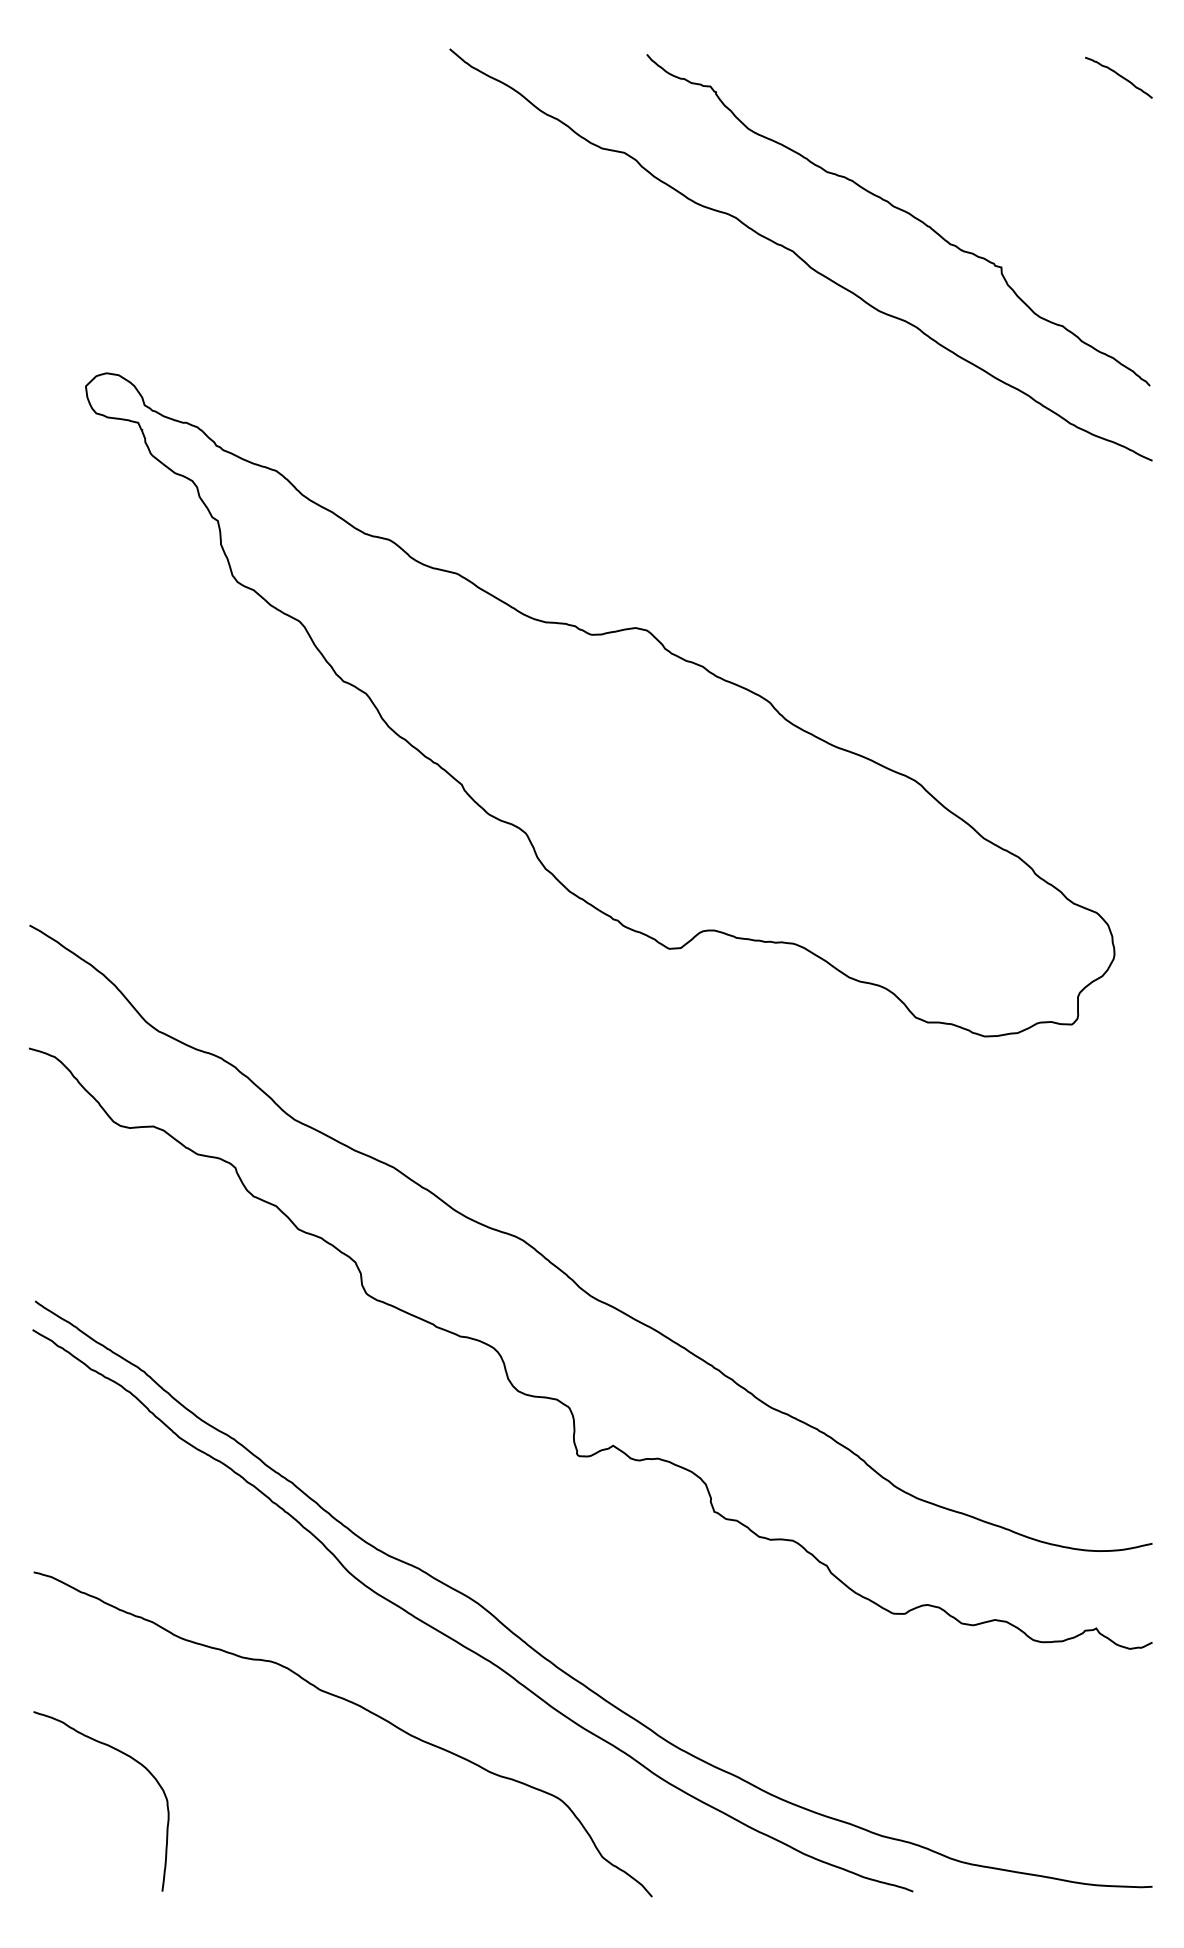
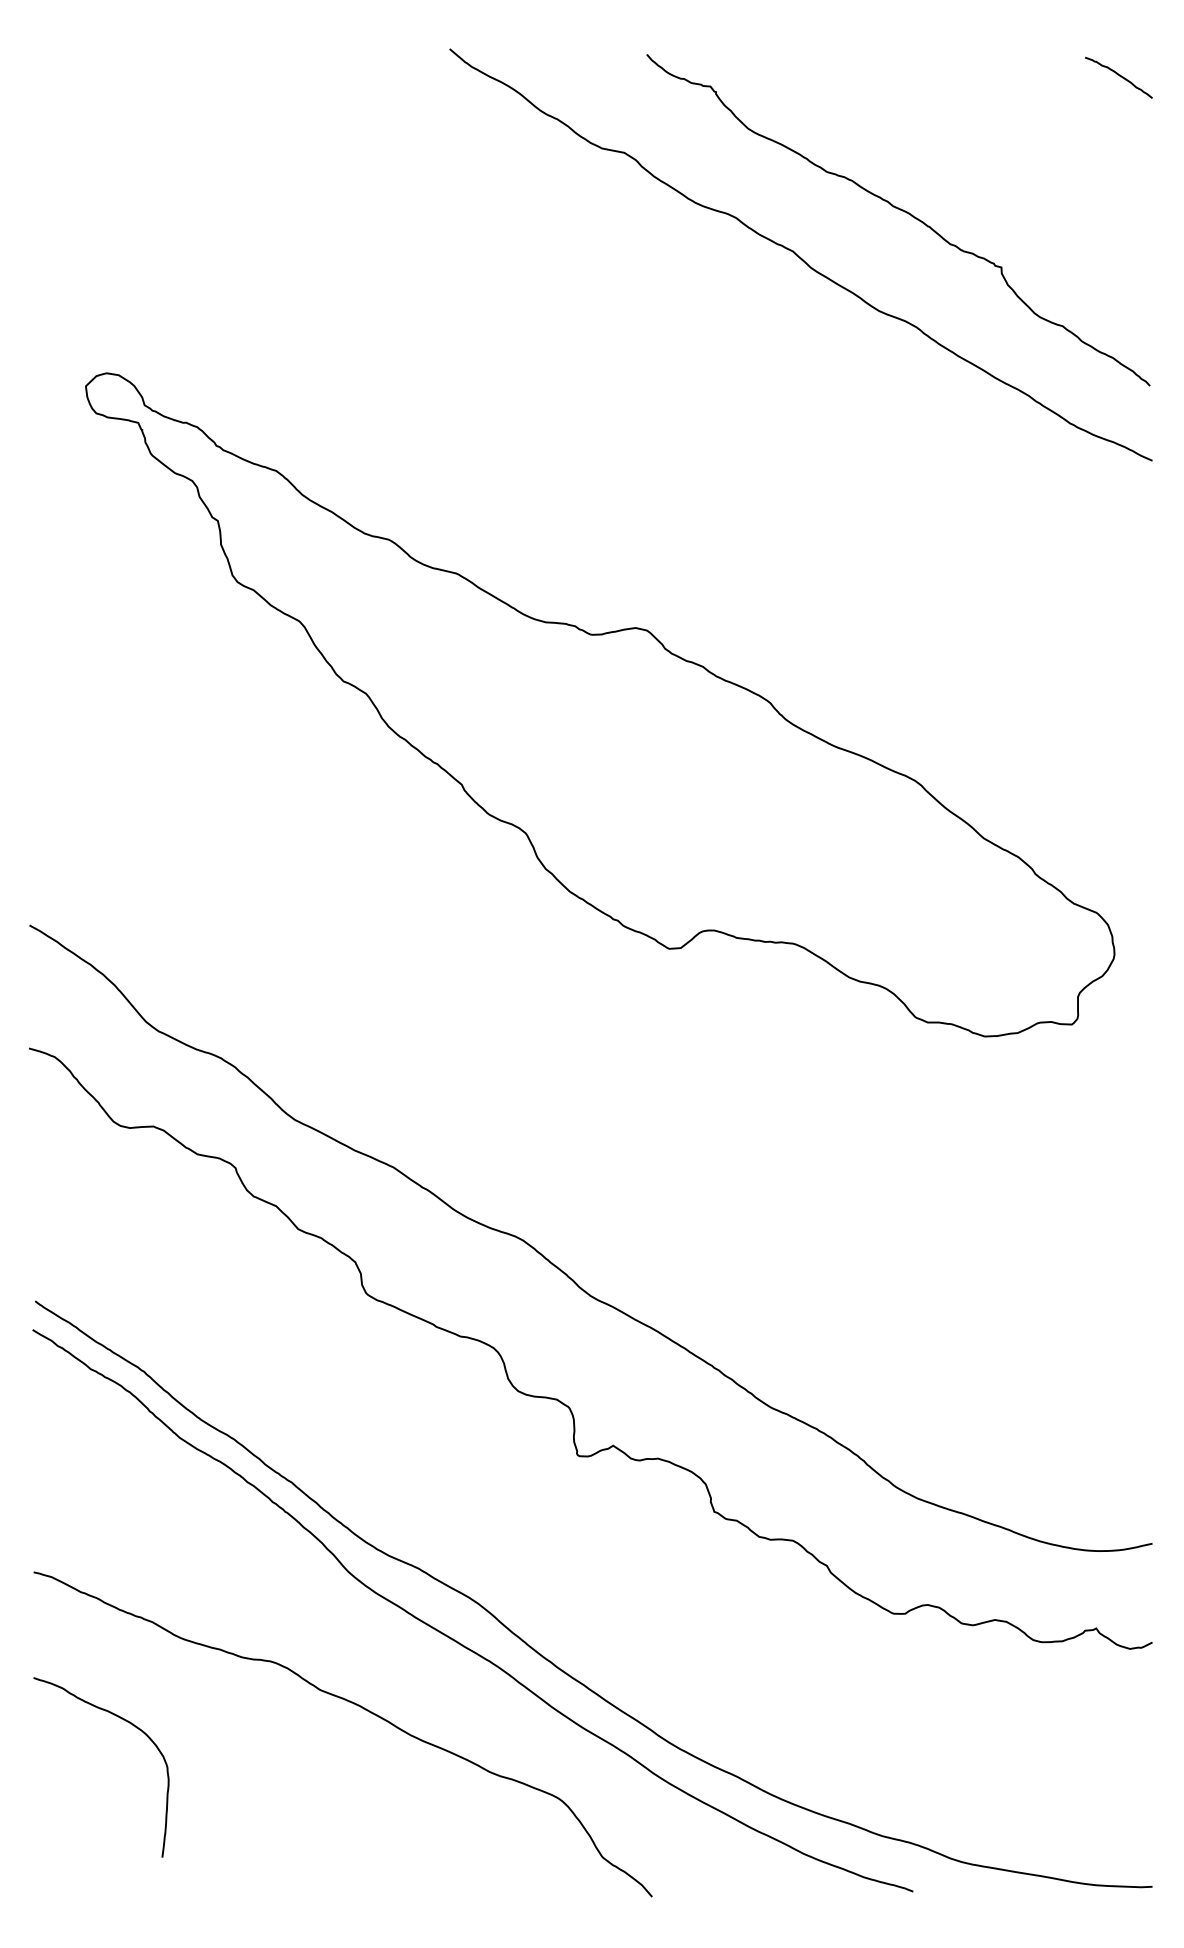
curve at (130, 1758) position: (130, 1758) -> (130, 1724)
